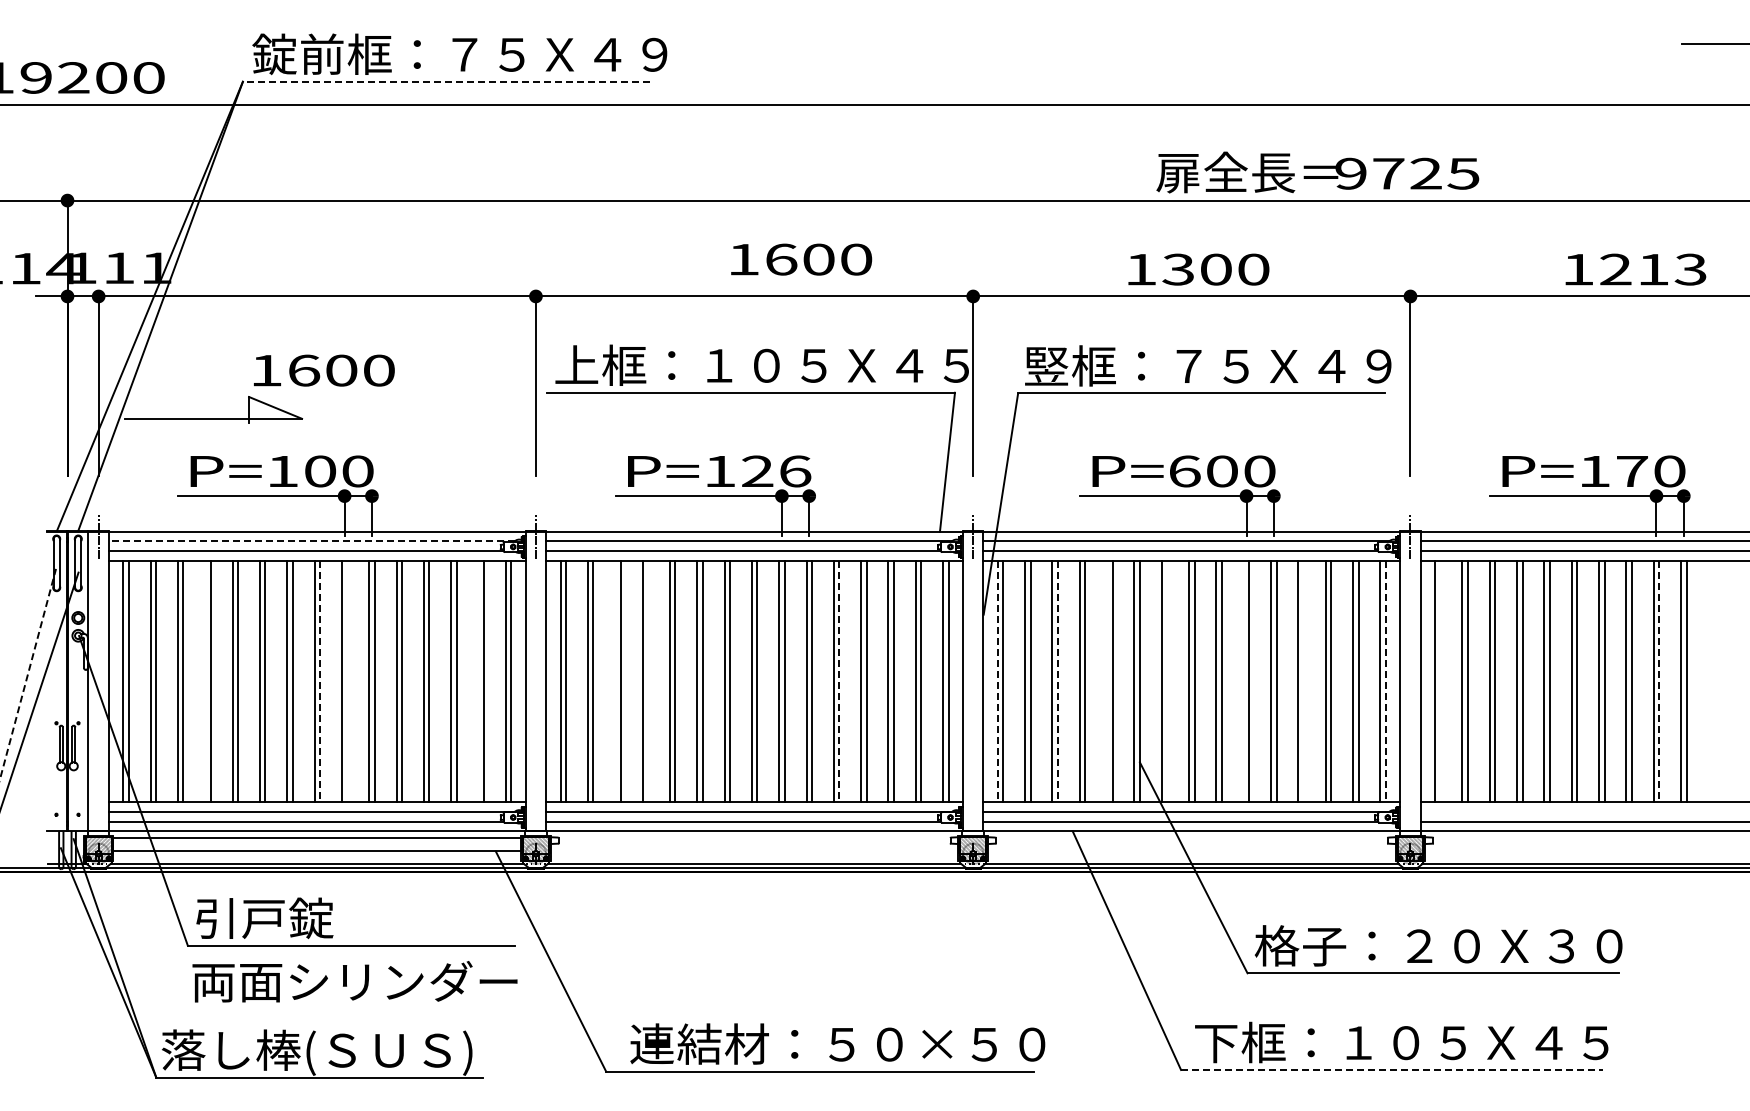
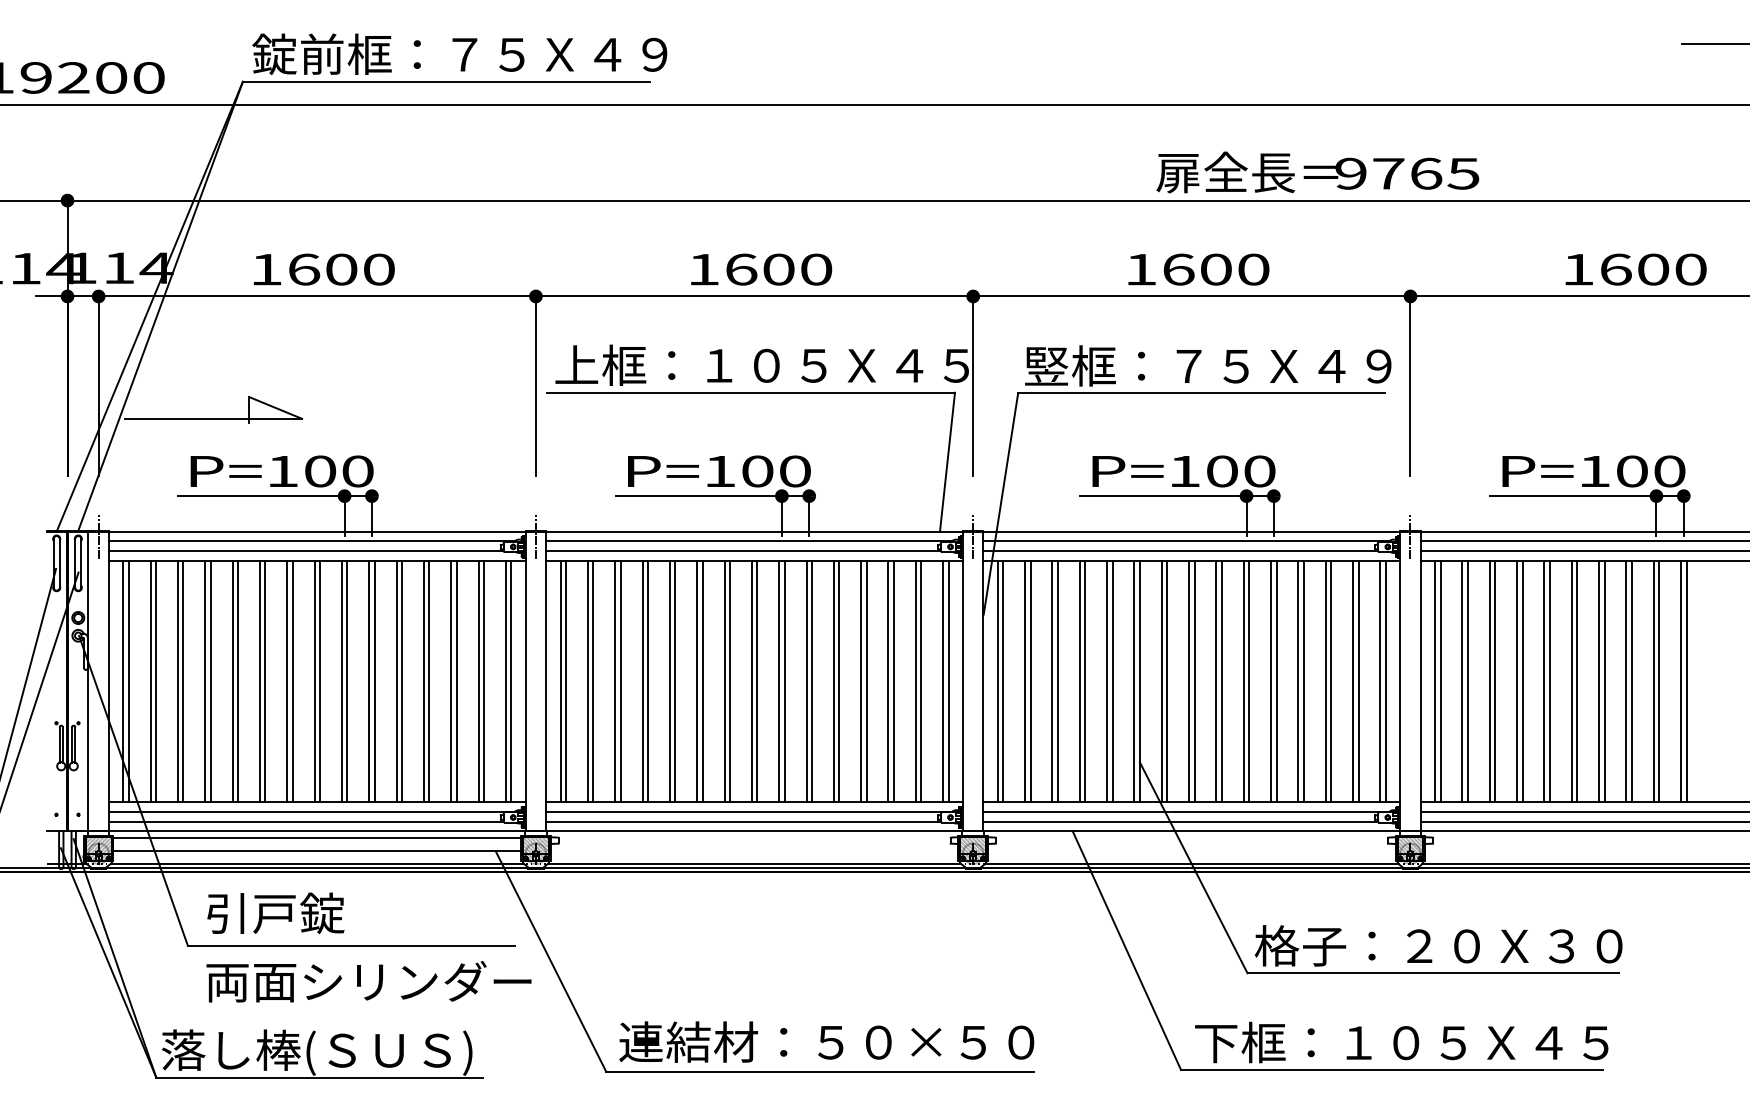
line at (445, 81): dashed -> solid
text at (1426, 173): 9725 -> 9765
text at (801, 259) position: (801, 259) -> (761, 269)
text at (156, 267): 111 -> 114
text at (1178, 269): 1300 -> 1600
text at (1653, 269): 1213 -> 1600
text at (324, 370) position: (324, 370) -> (324, 269)
text at (776, 471): P=126 -> P=100
text at (1185, 471): P=600 -> P=100
text at (1632, 471): P=170 -> P=100
line at (311, 541): dashed -> solid
line at (28, 674): dashed -> solid
line at (205, 681): none -> present
line at (320, 681): dashed -> solid
line at (347, 681): none -> present
line at (478, 681): none -> present
line at (615, 681): none -> present
line at (647, 681): none -> present
line at (839, 681): dashed -> solid
line at (997, 681): dashed -> solid
line at (1057, 681): dashed -> solid
line at (1107, 681): none -> present
line at (1167, 681): none -> present
line at (1243, 681): none -> present
line at (1303, 681): none -> present
line at (1385, 681): dashed -> solid
line at (1440, 681): none -> present
line at (1659, 681): dashed -> solid
line at (1583, 812): none -> present
text at (264, 917) position: (264, 917) -> (275, 912)
text at (354, 981) position: (354, 981) -> (368, 981)
text at (837, 1043) position: (837, 1043) -> (826, 1041)
line at (1392, 1069): dashed -> solid
